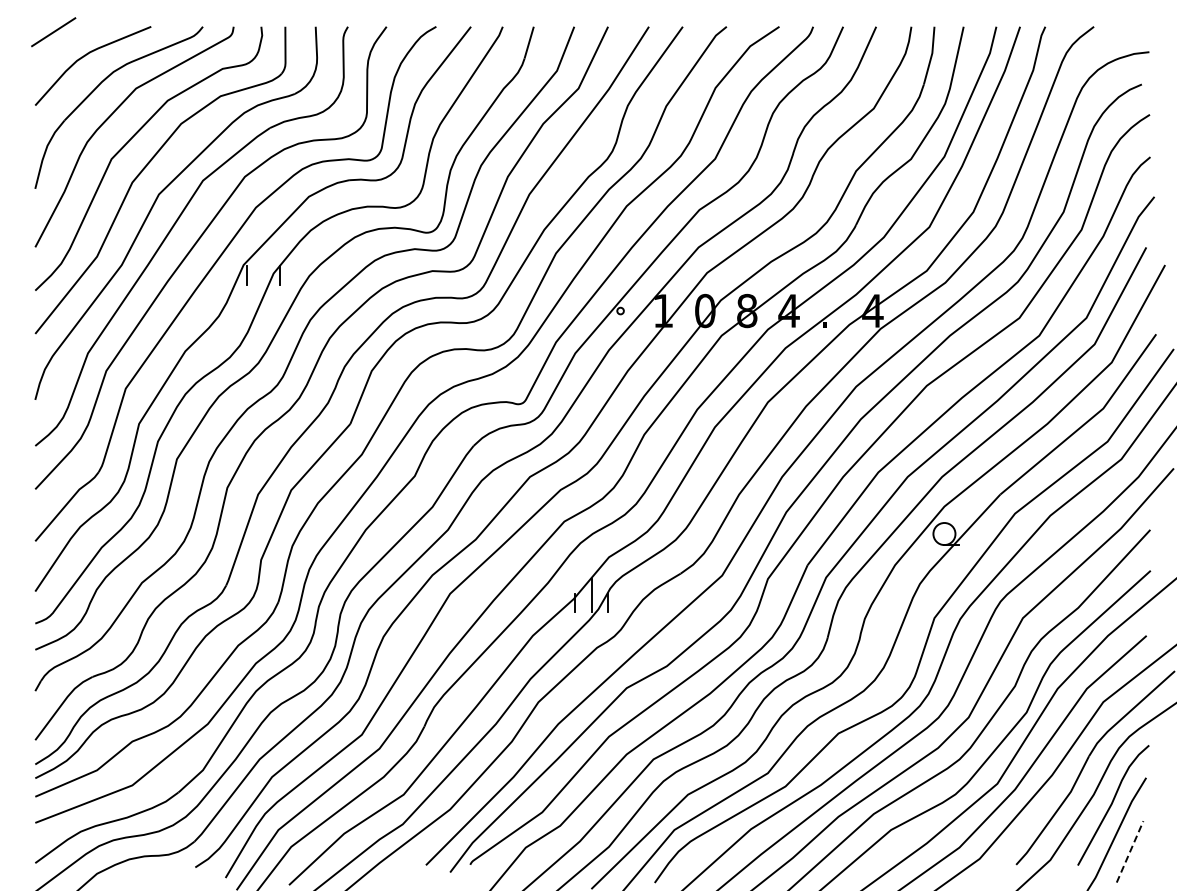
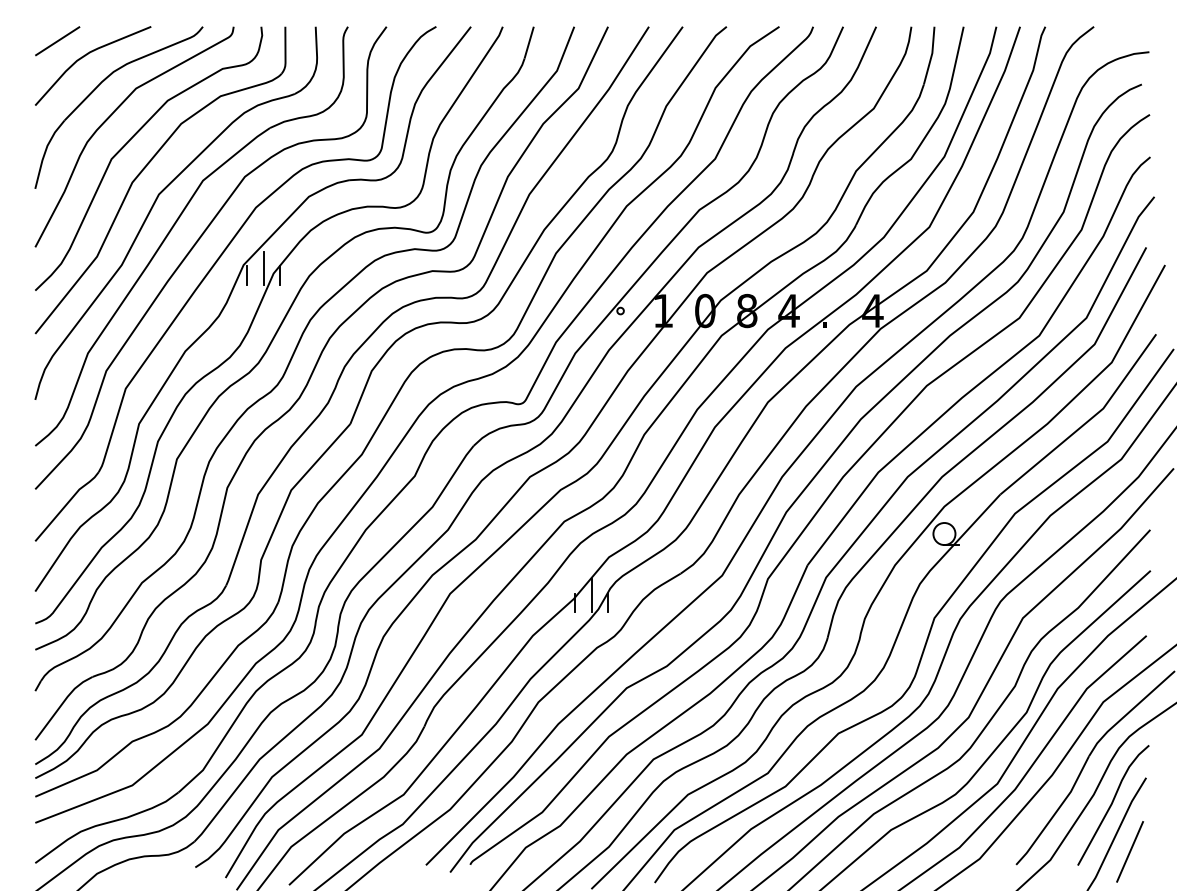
line at (53, 32) position: (53, 32) -> (57, 41)
line at (263, 267): none -> present
line at (1130, 851): dashed -> solid
